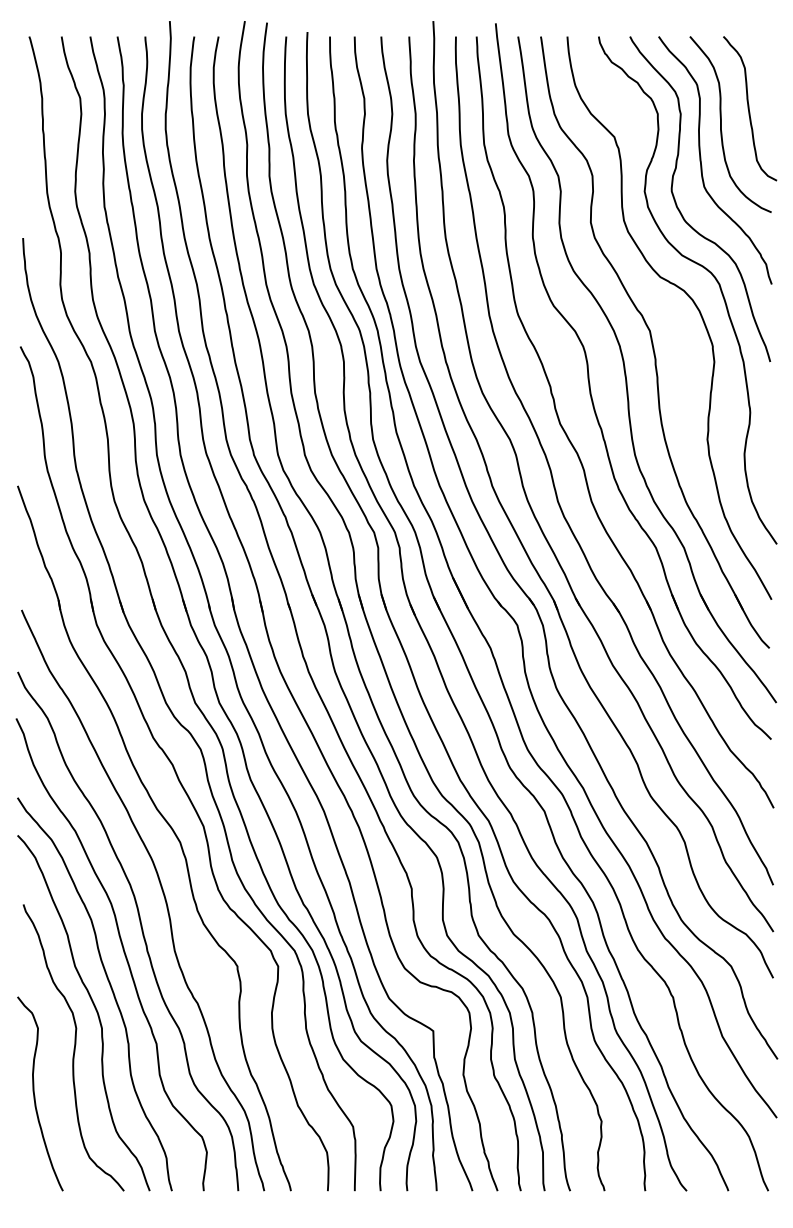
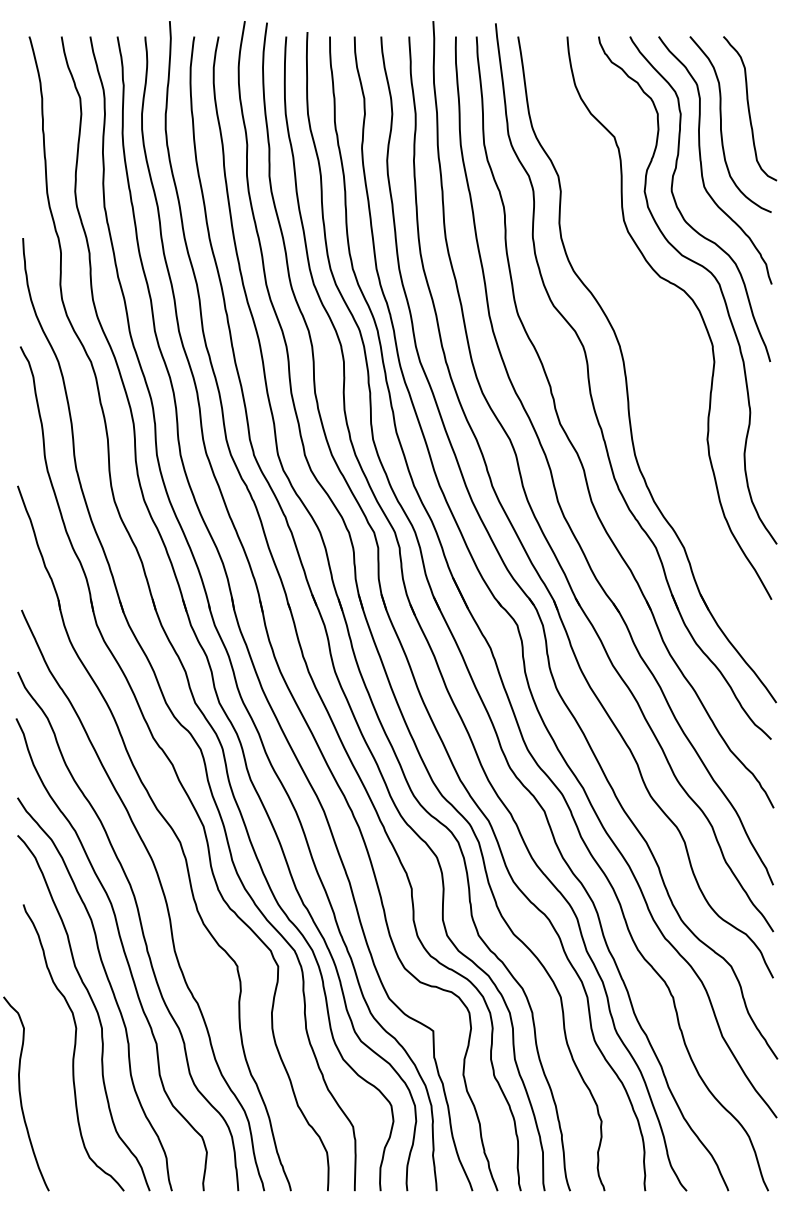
part at (654, 342): present -> none
curve at (35, 1095) position: (35, 1095) -> (21, 1095)
